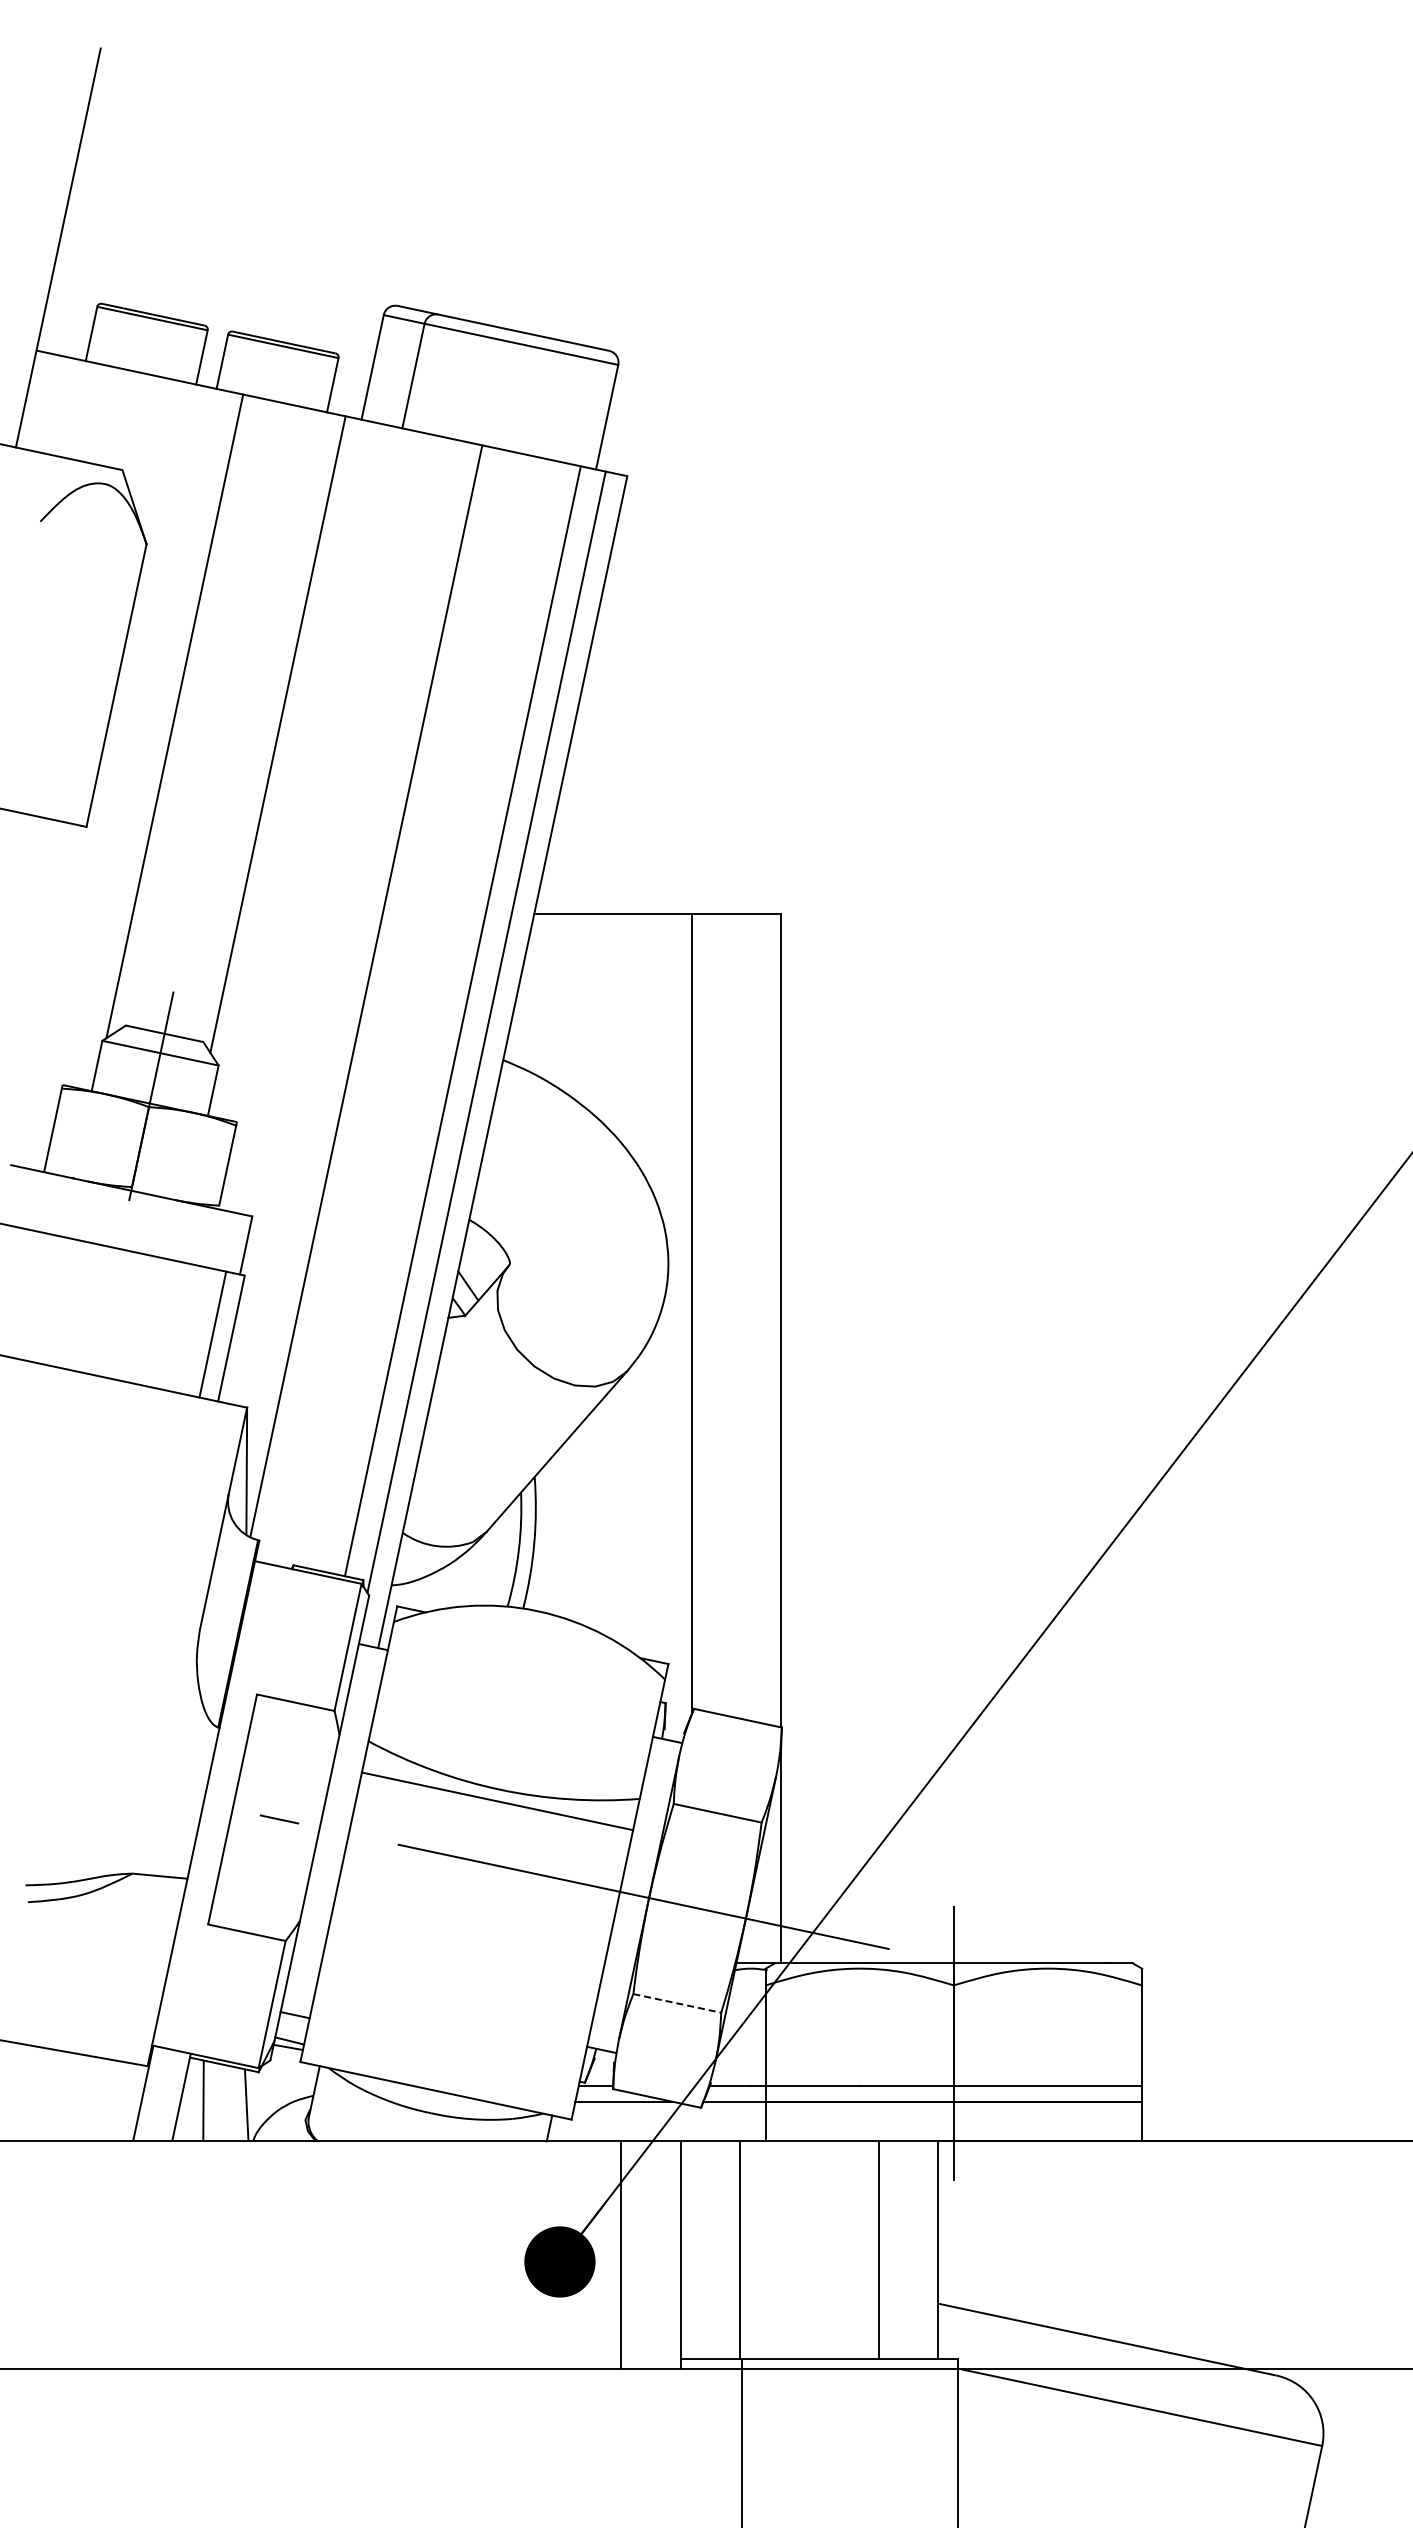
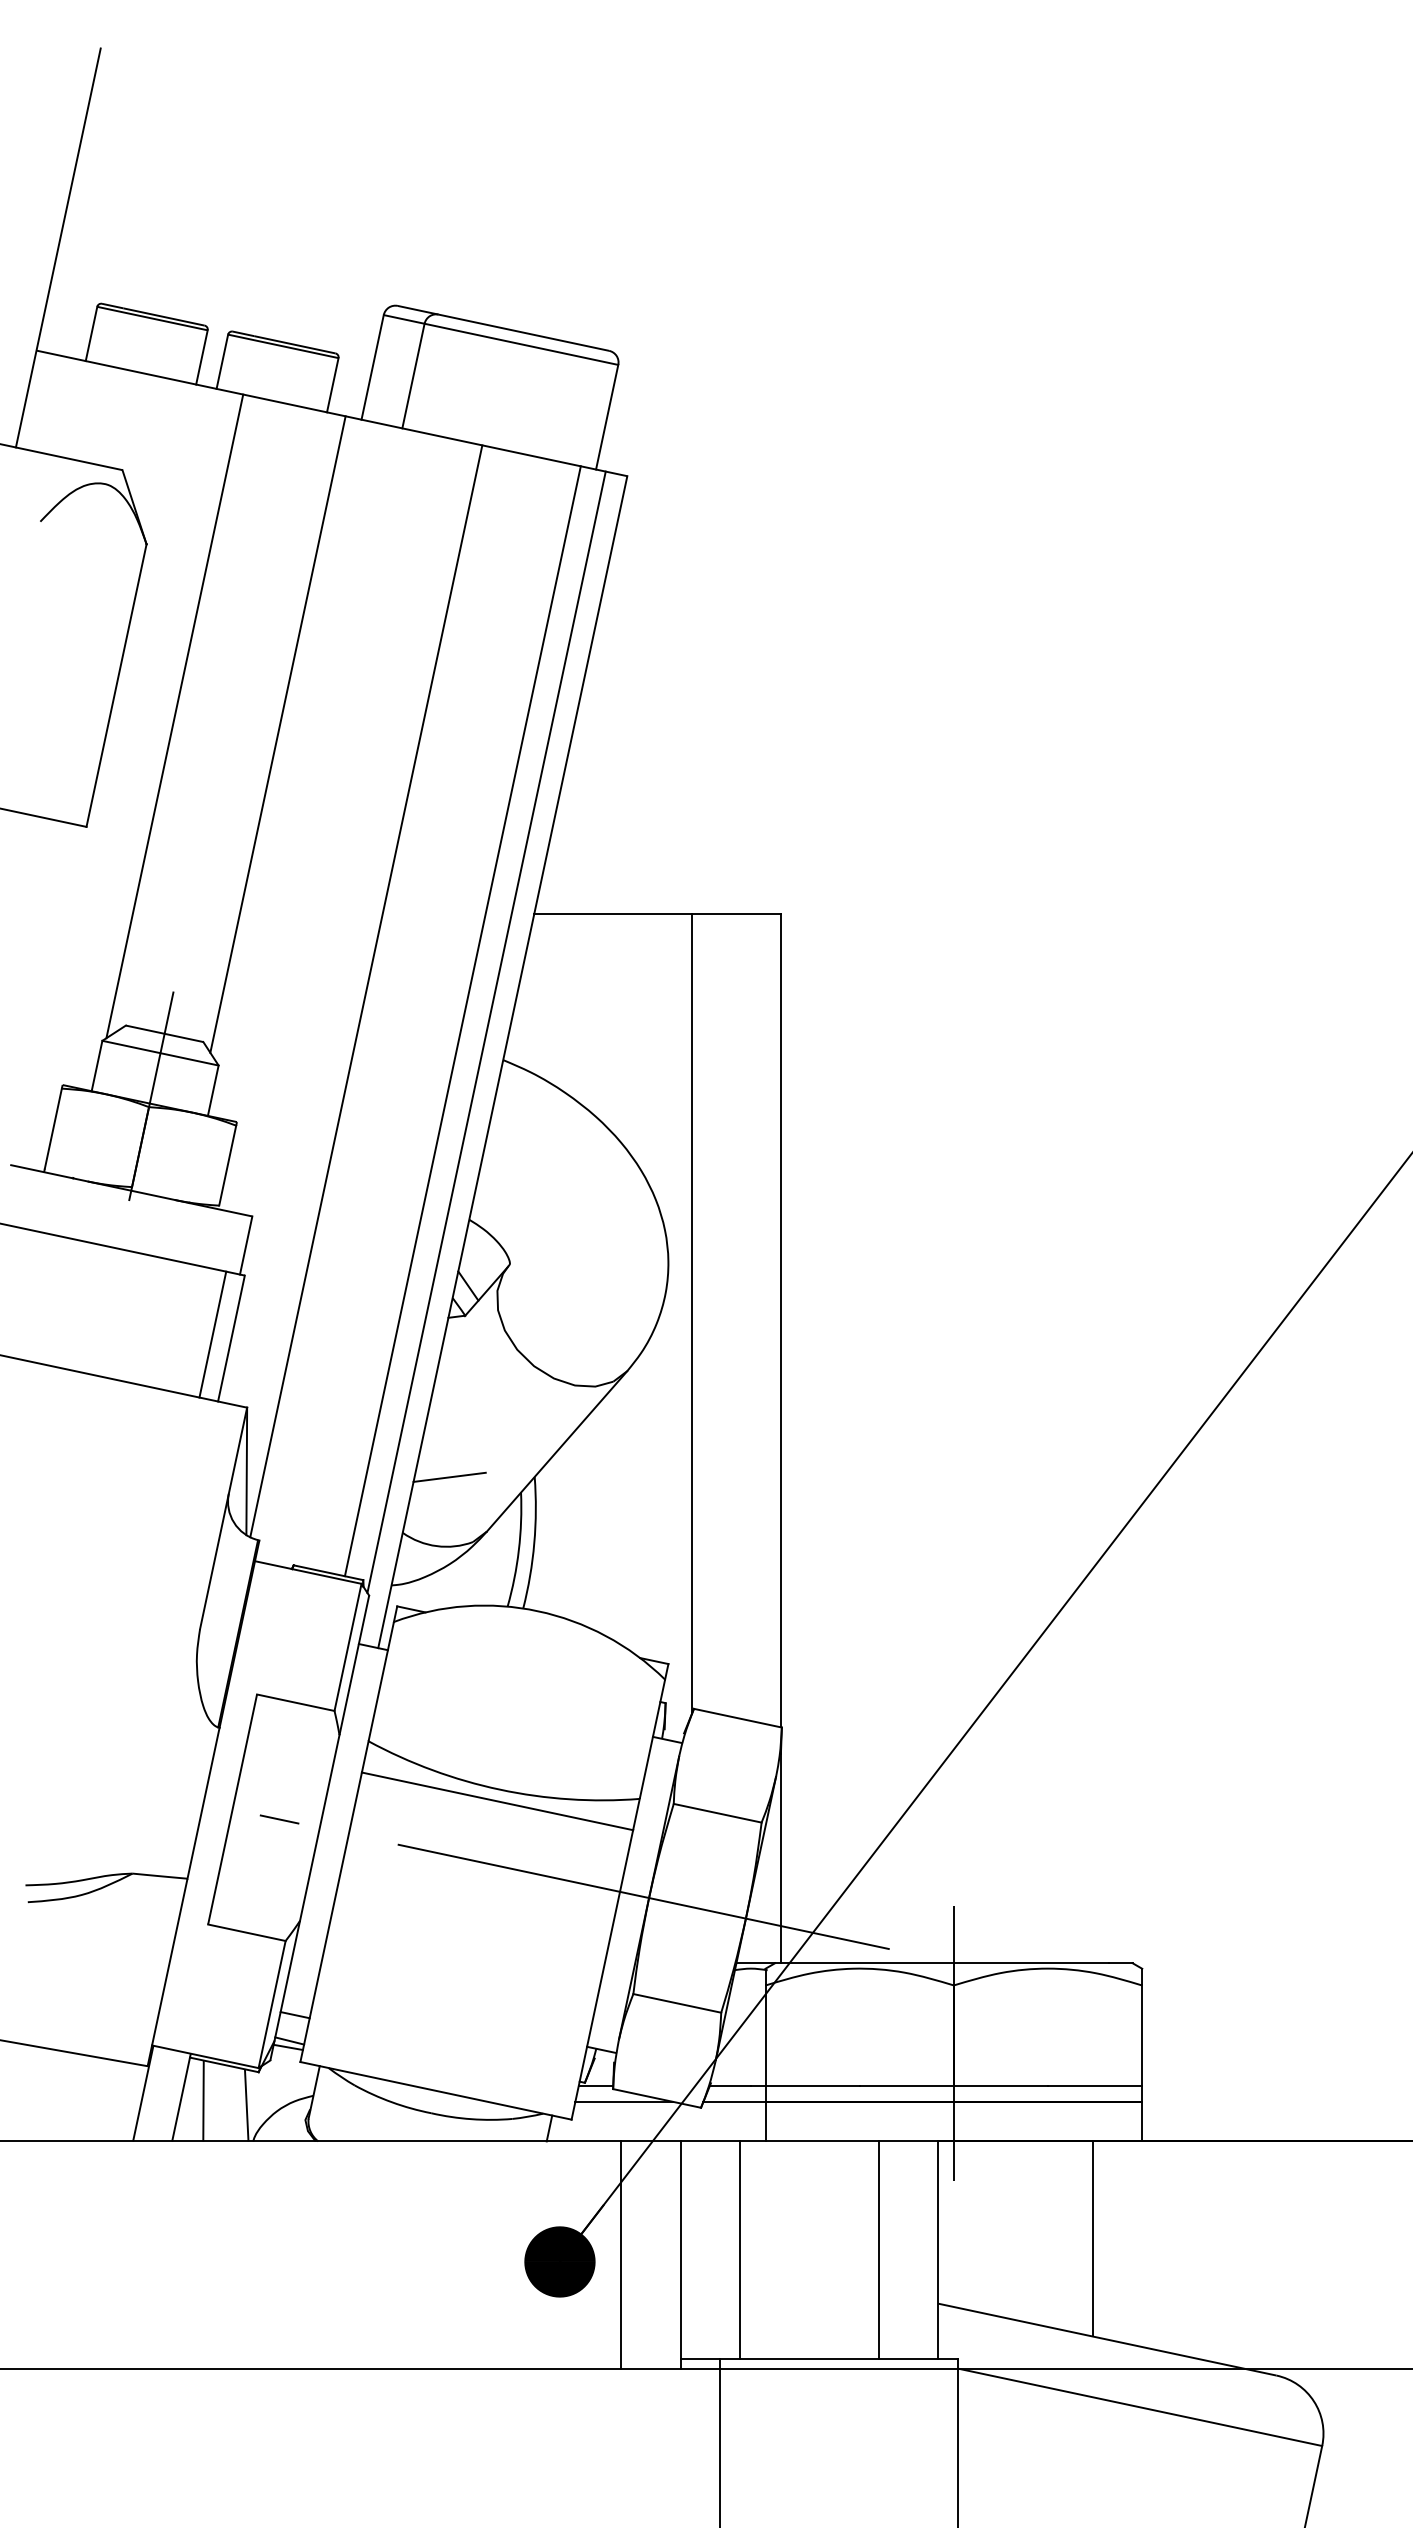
line at (449, 1476): none -> present
line at (677, 2003): dashed -> solid
line at (1092, 2238): none -> present
line at (742, 2441) position: (742, 2441) -> (720, 2441)
